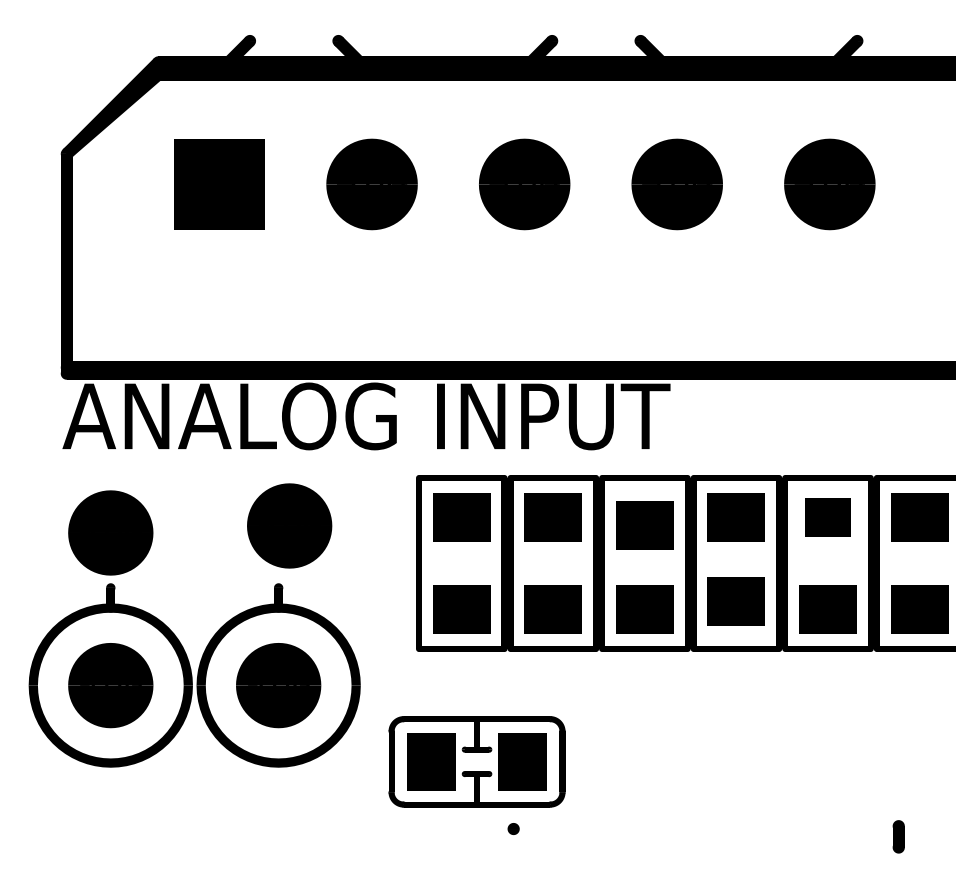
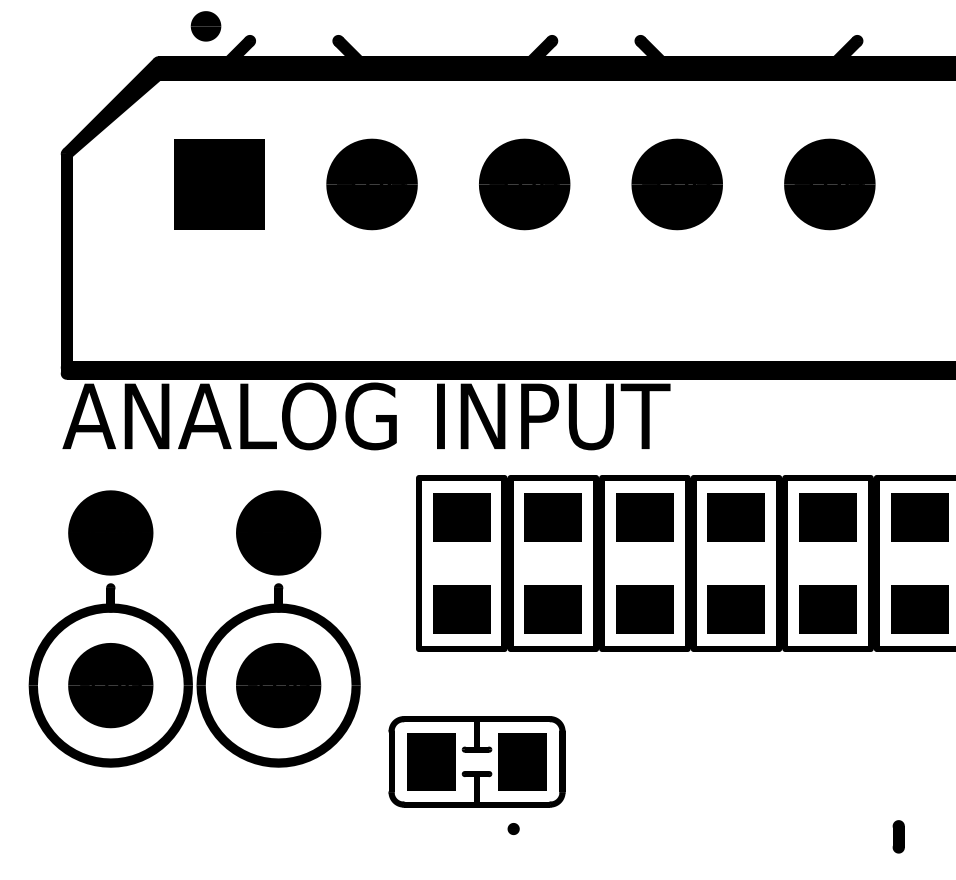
part at (205, 26): none -> present
part at (827, 517) size: 46x39 px -> 58x49 px
text at (289, 525) position: (289, 525) -> (278, 532)
part at (644, 525) position: (644, 525) -> (644, 517)
part at (735, 601) position: (735, 601) -> (735, 609)
